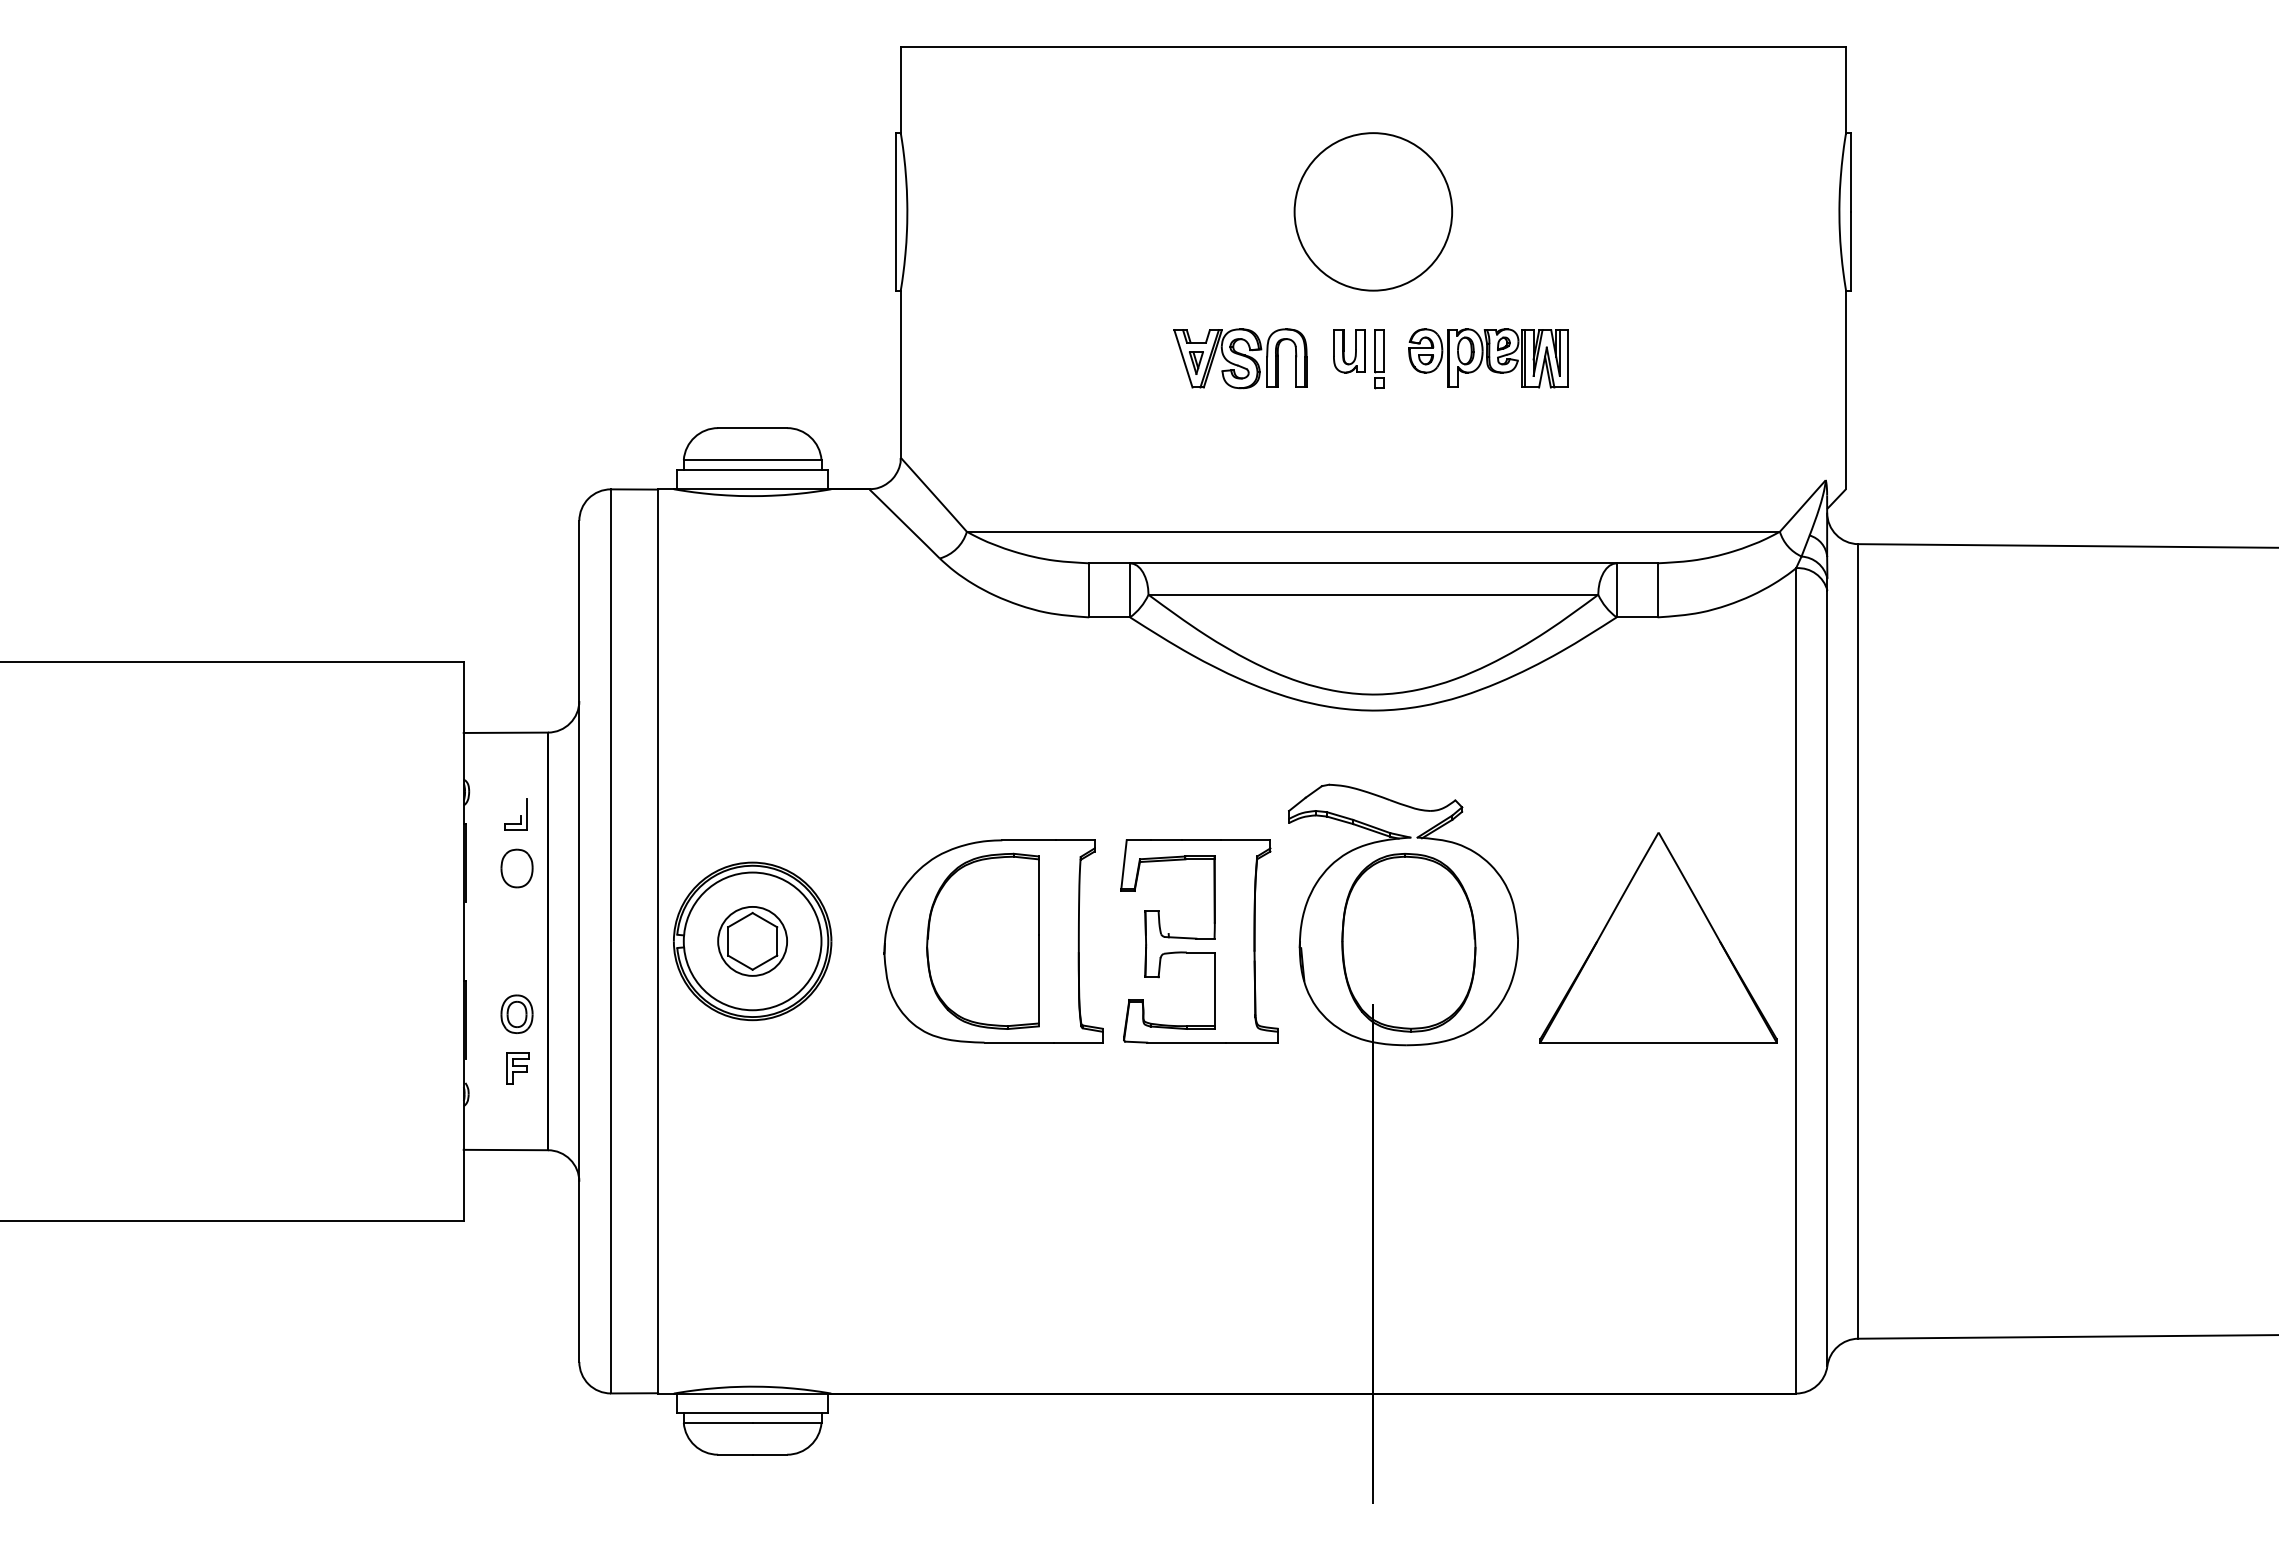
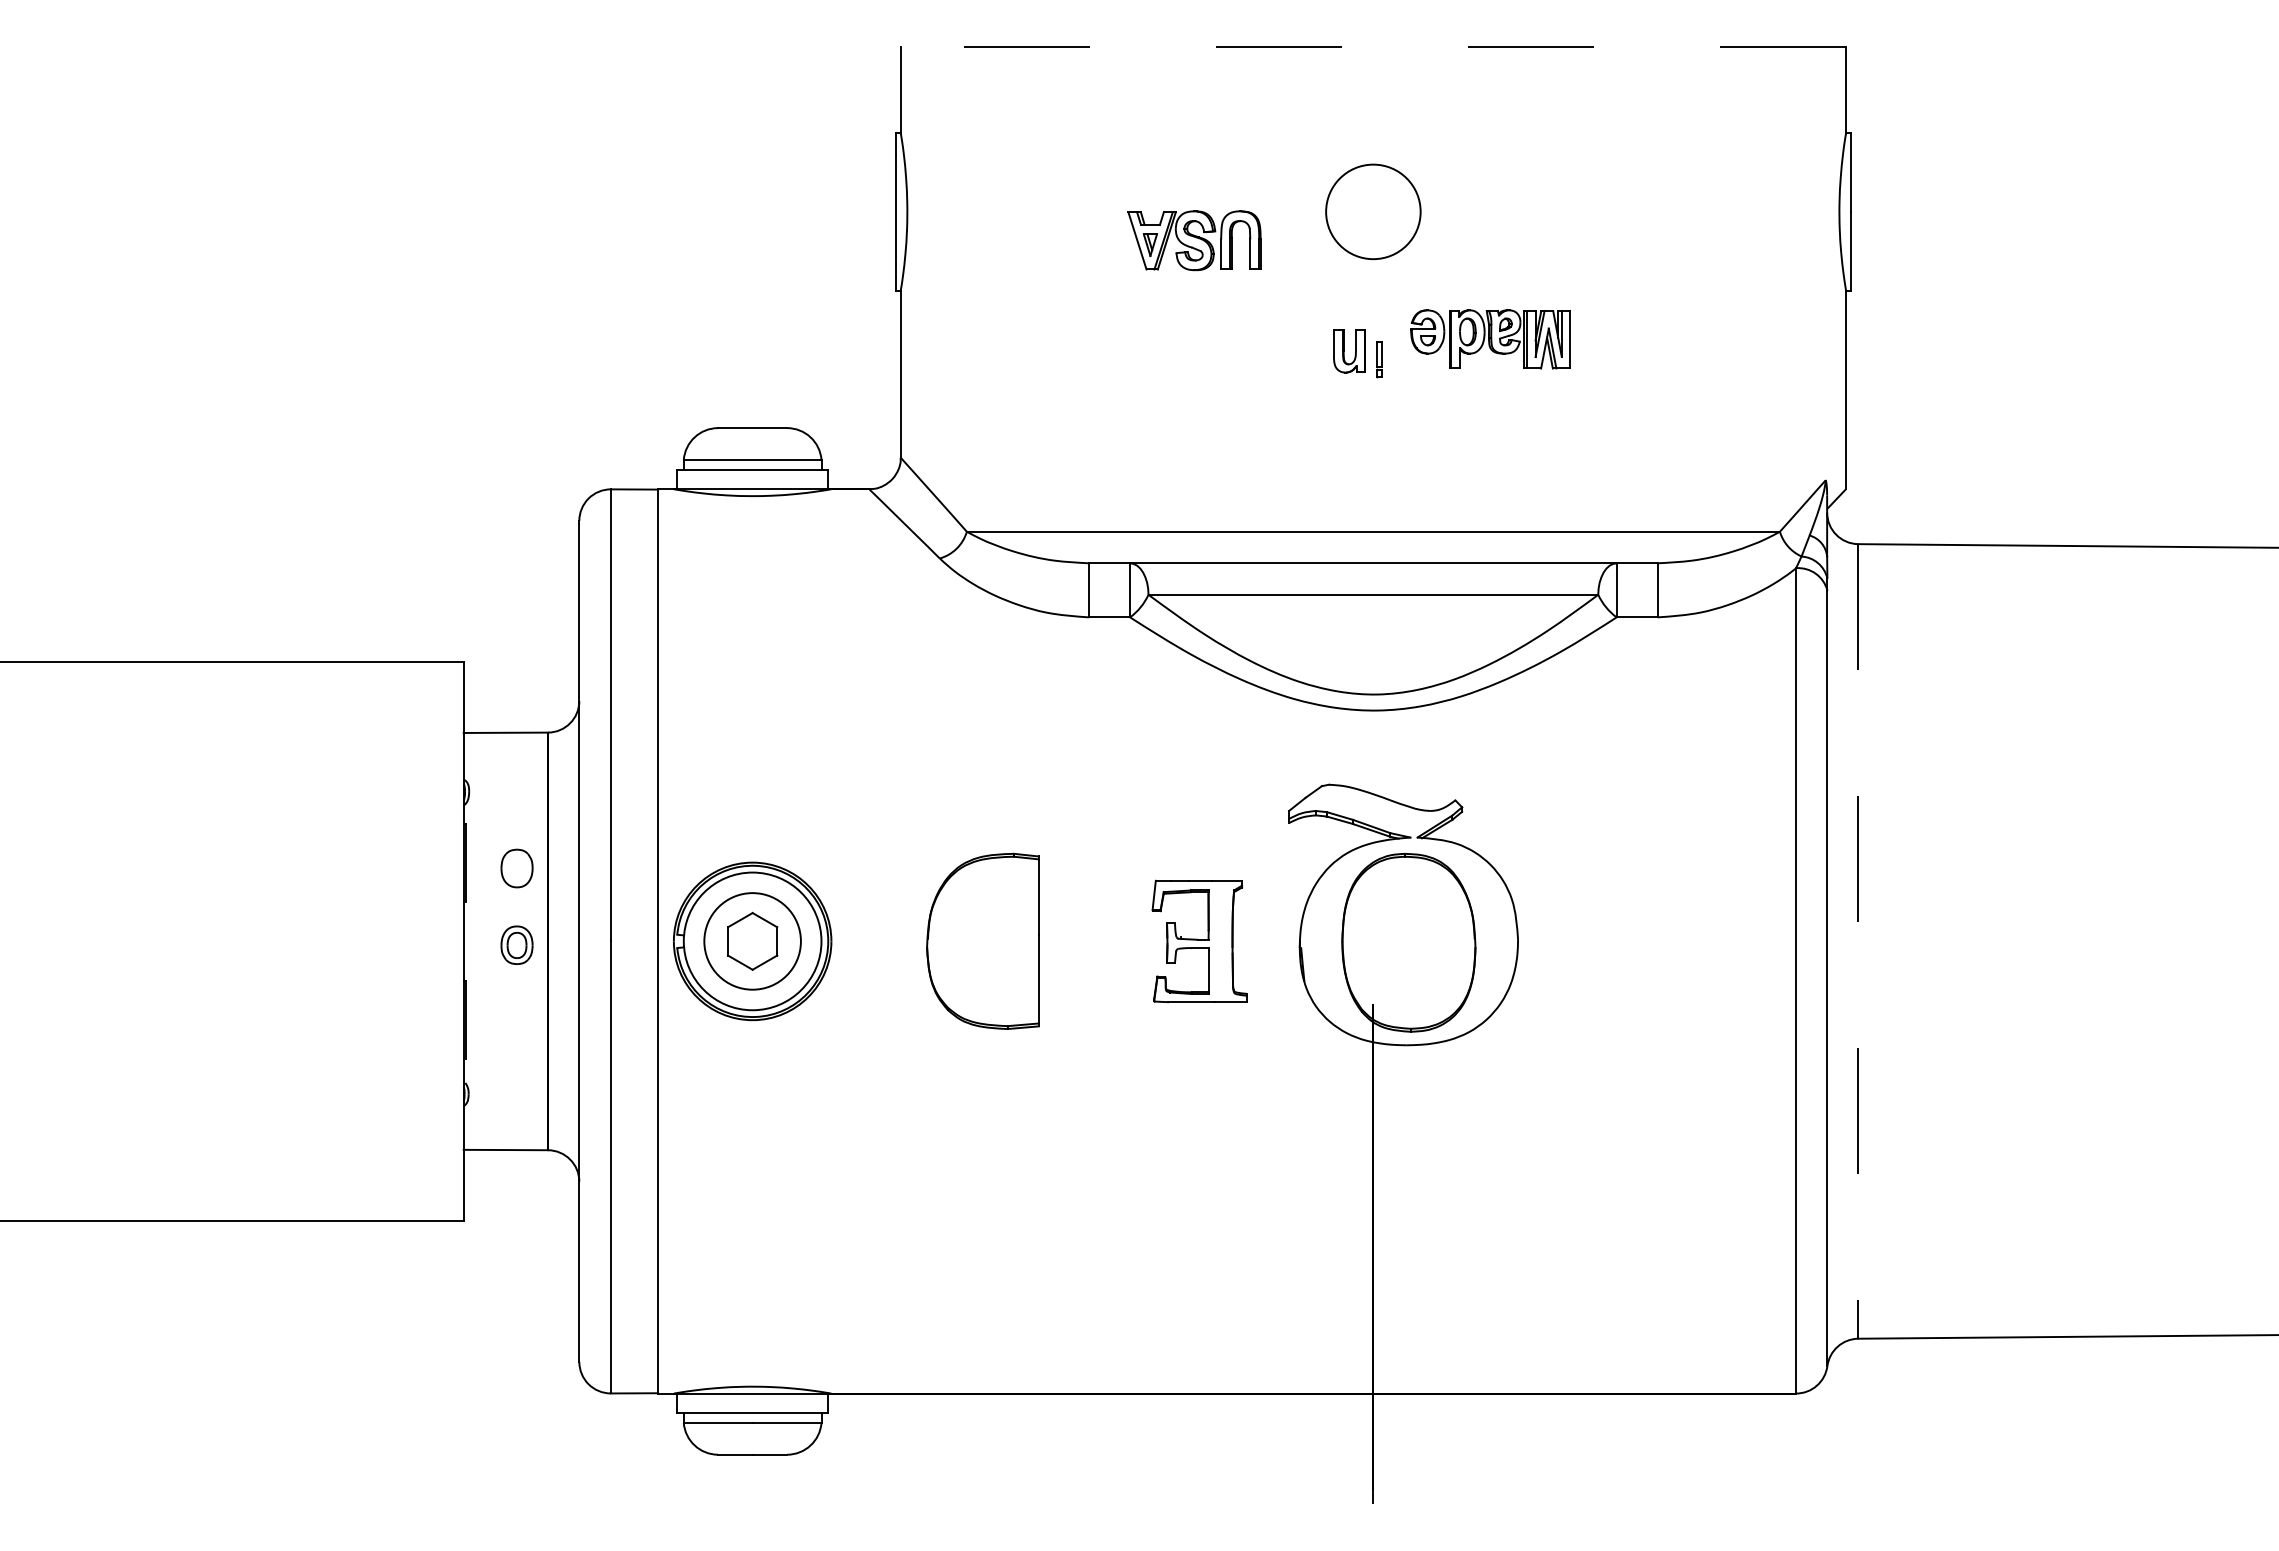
line at (1373, 46): solid -> dashed
circle at (1373, 211) diameter: 158 px -> 95 px
part at (1240, 358) position: (1240, 358) -> (1194, 240)
part at (1488, 358) position: (1488, 358) -> (1490, 339)
part at (1379, 359) size: 11x61 px -> 7x38 px
part at (515, 814): present -> none
part at (1658, 937): present -> none
circle at (752, 940) diameter: 69 px -> 97 px
part at (993, 941): present -> none
part at (1199, 941) size: 159x205 px -> 97x125 px
line at (1858, 941): solid -> dashed
part at (516, 1013) position: (516, 1013) -> (516, 944)
part at (517, 1068): present -> none
